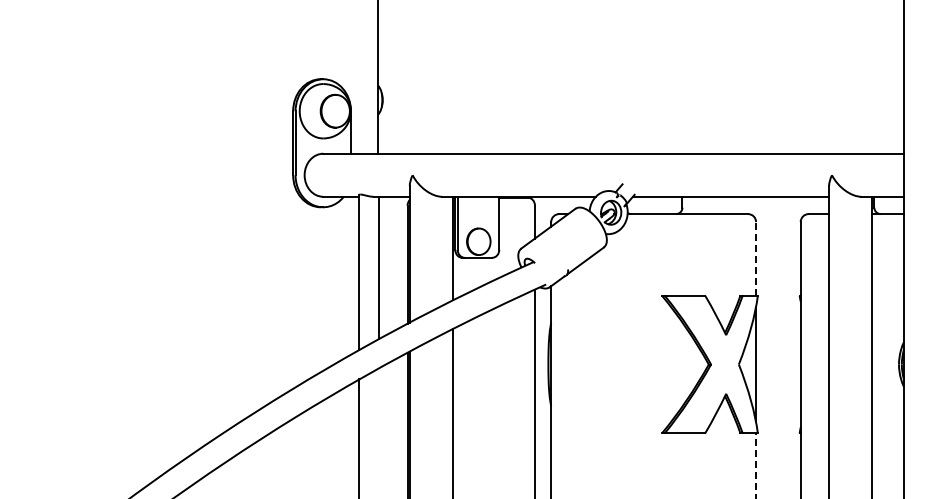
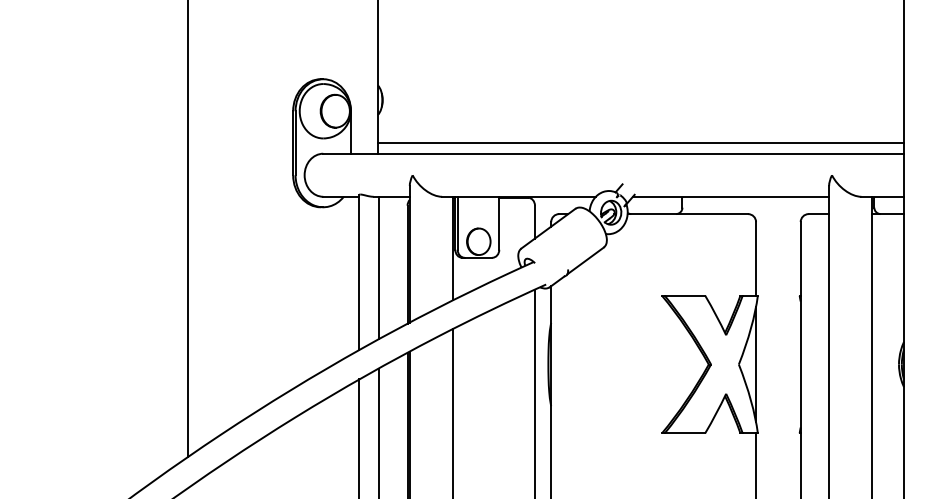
line at (640, 142): none -> present
line at (187, 229): none -> present
line at (756, 258): dashed -> solid
line at (378, 431): none -> present
line at (756, 465): dashed -> solid
